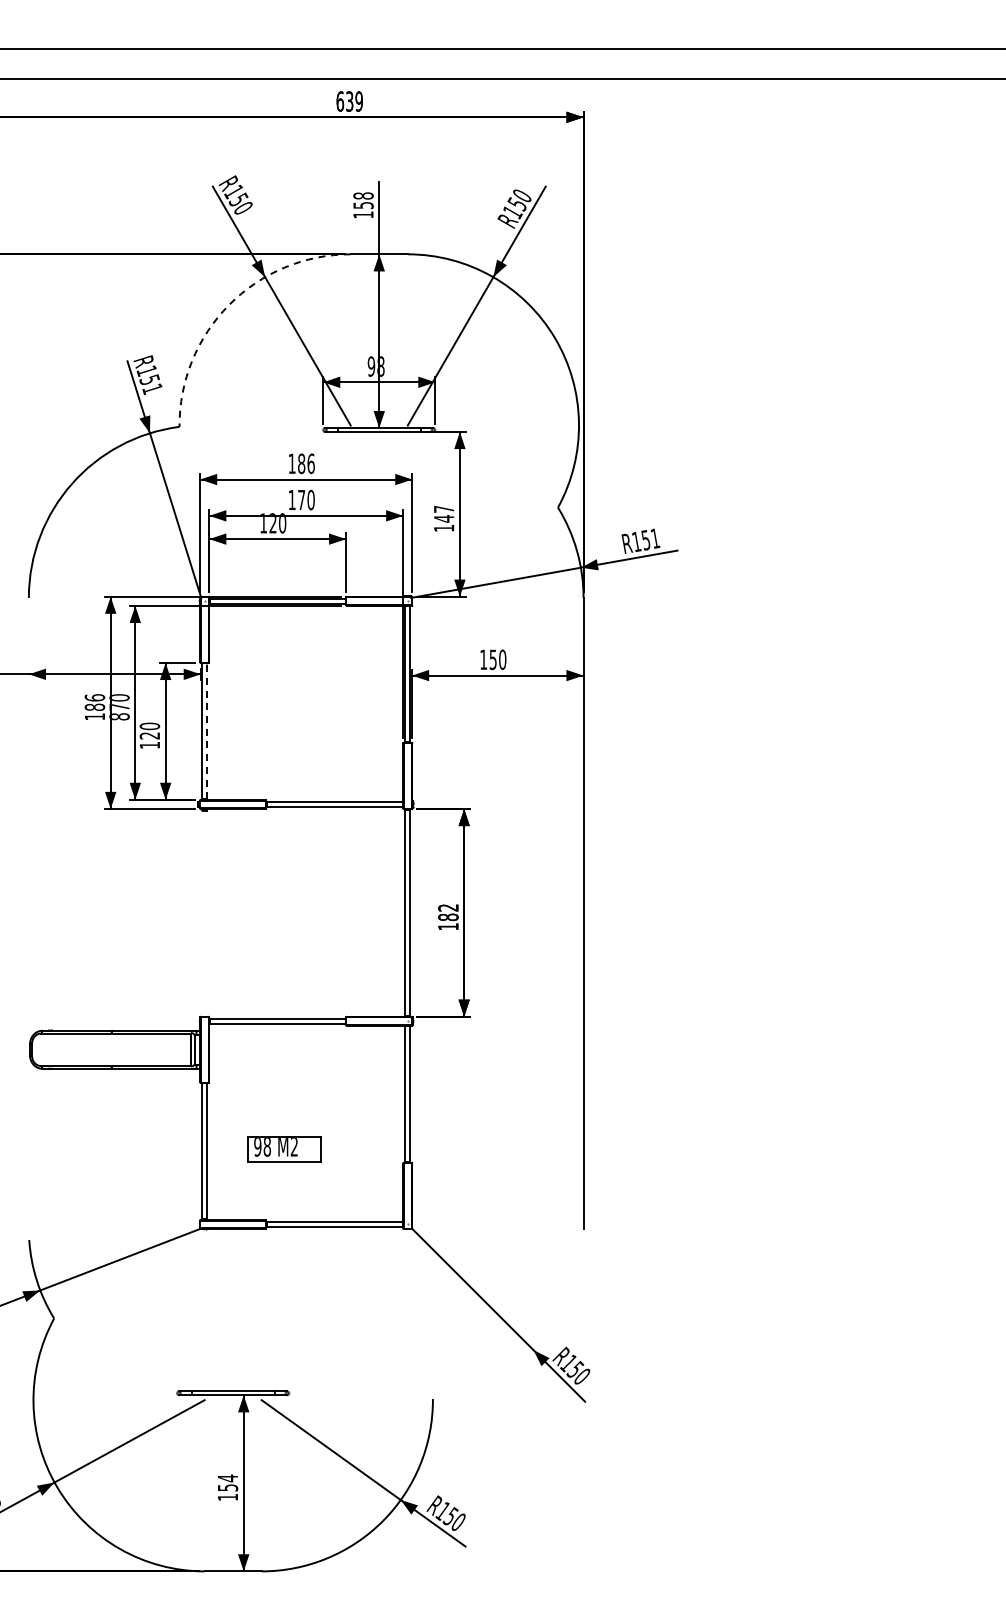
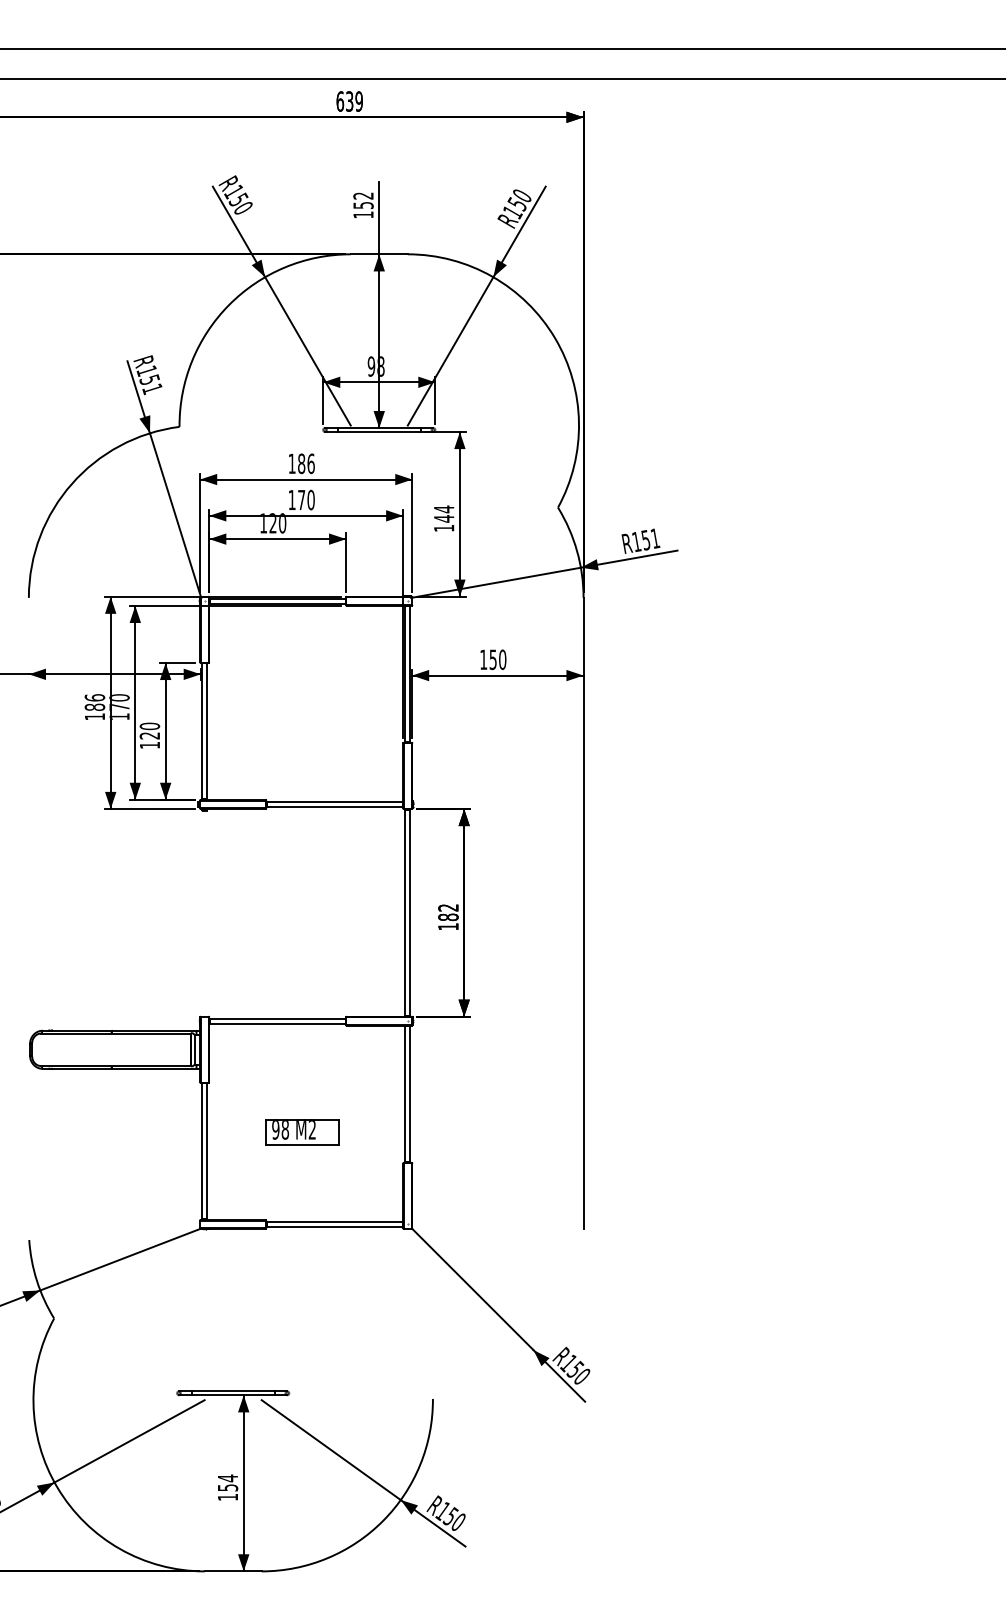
text at (363, 195): 158 -> 152
arc at (229, 304): dashed -> solid
text at (444, 509): 147 -> 144
text at (119, 716): 870 -> 170
line at (207, 731): dashed -> solid
part at (284, 1149) position: (284, 1149) -> (302, 1132)
